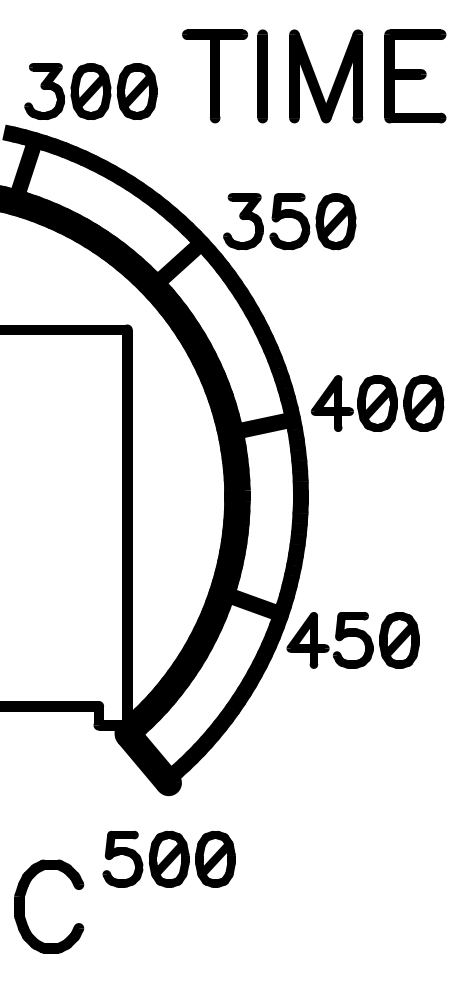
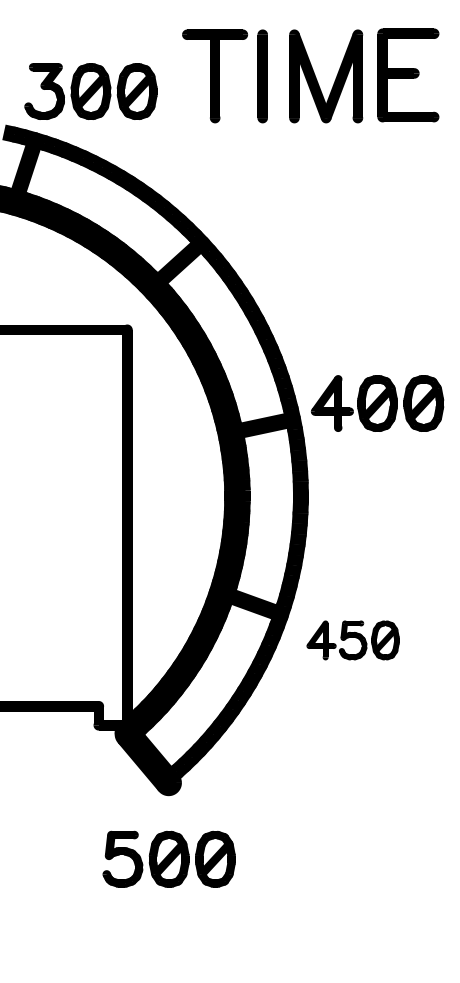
part at (415, 76) position: (415, 76) -> (408, 75)
part at (289, 221): present -> none
part at (352, 640) size: 134x57 px -> 94x41 px
part at (24, 906): present -> none
